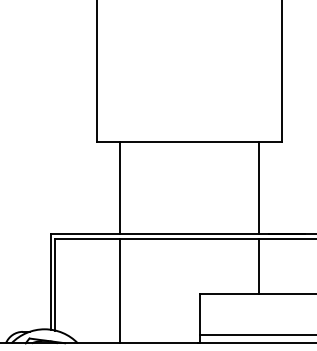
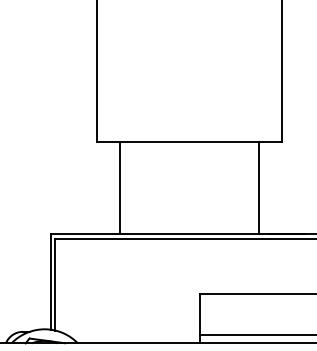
line at (258, 265): present -> none
line at (120, 290): present -> none
